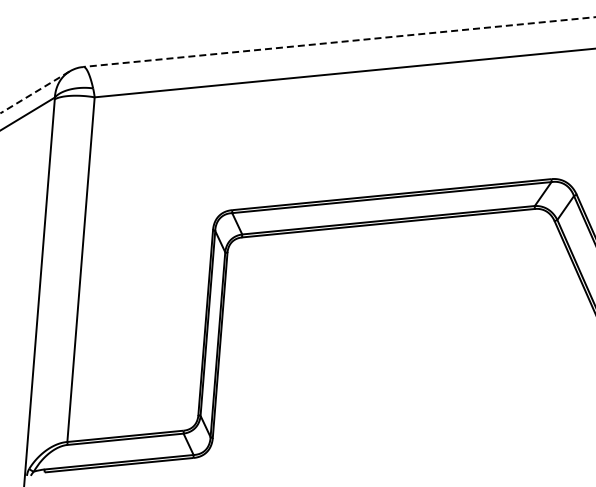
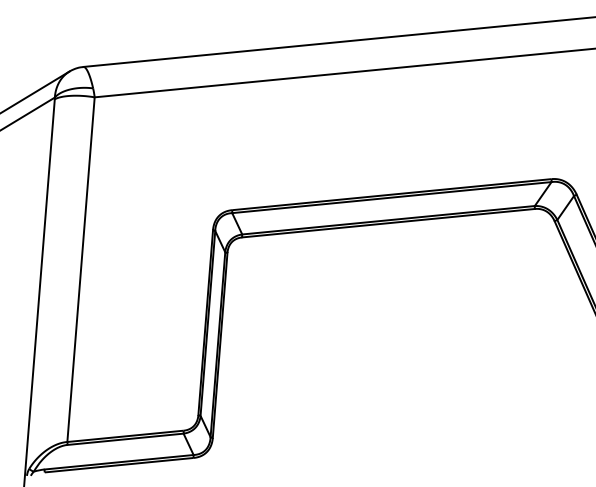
line at (338, 42): dashed -> solid
line at (34, 92): dashed -> solid
